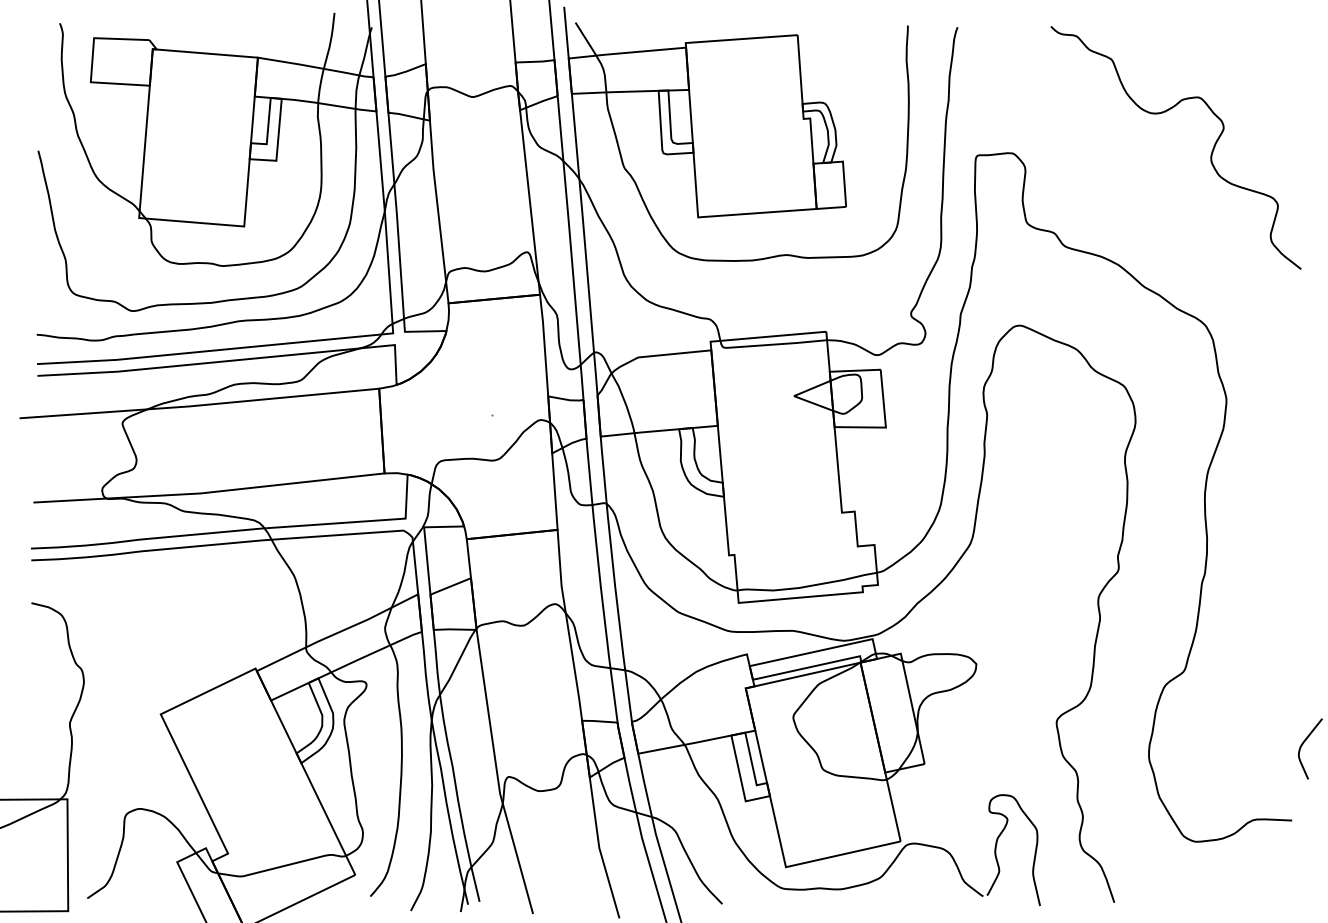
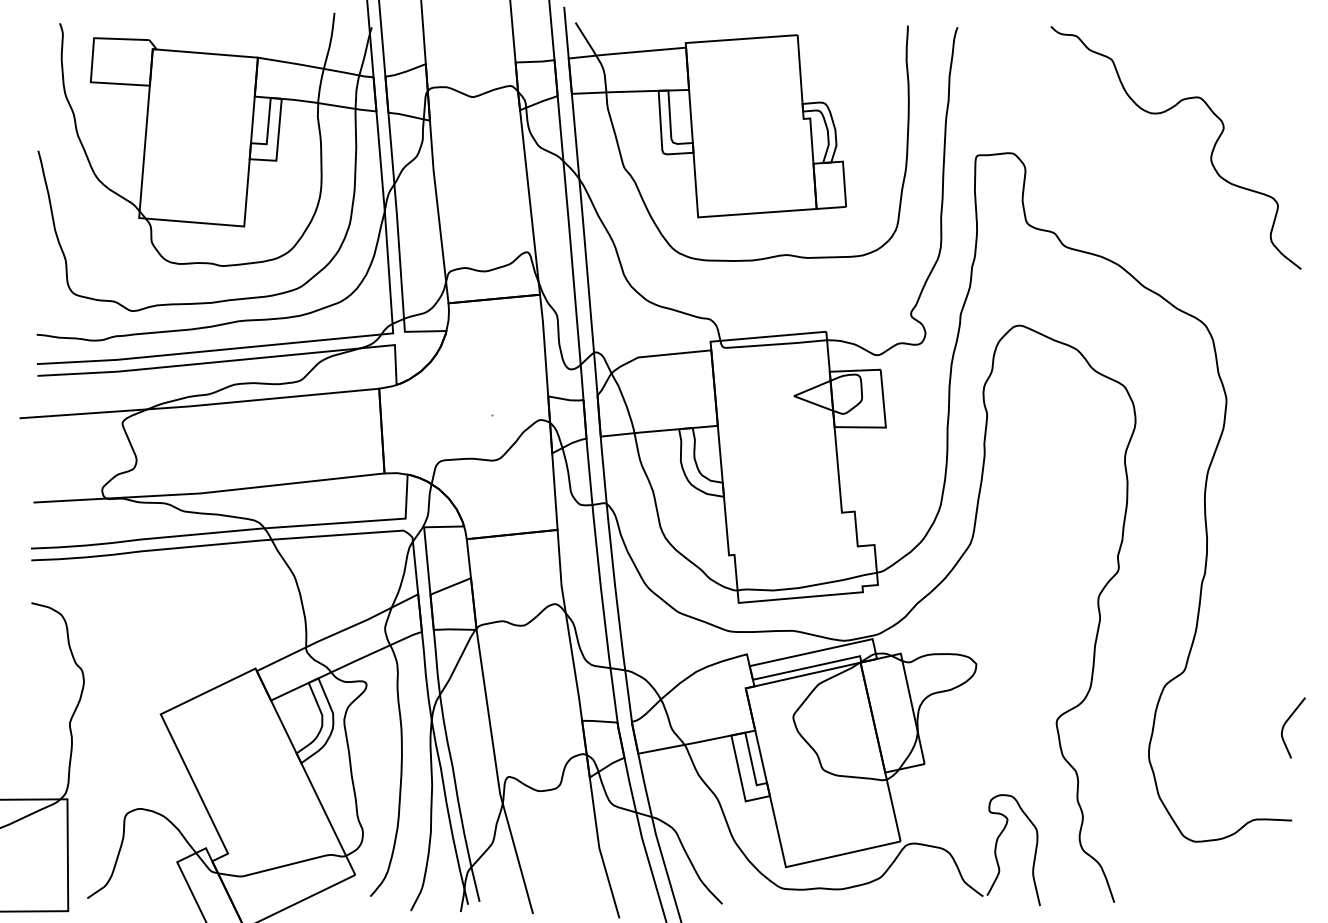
curve at (1303, 744) position: (1303, 744) -> (1286, 723)
